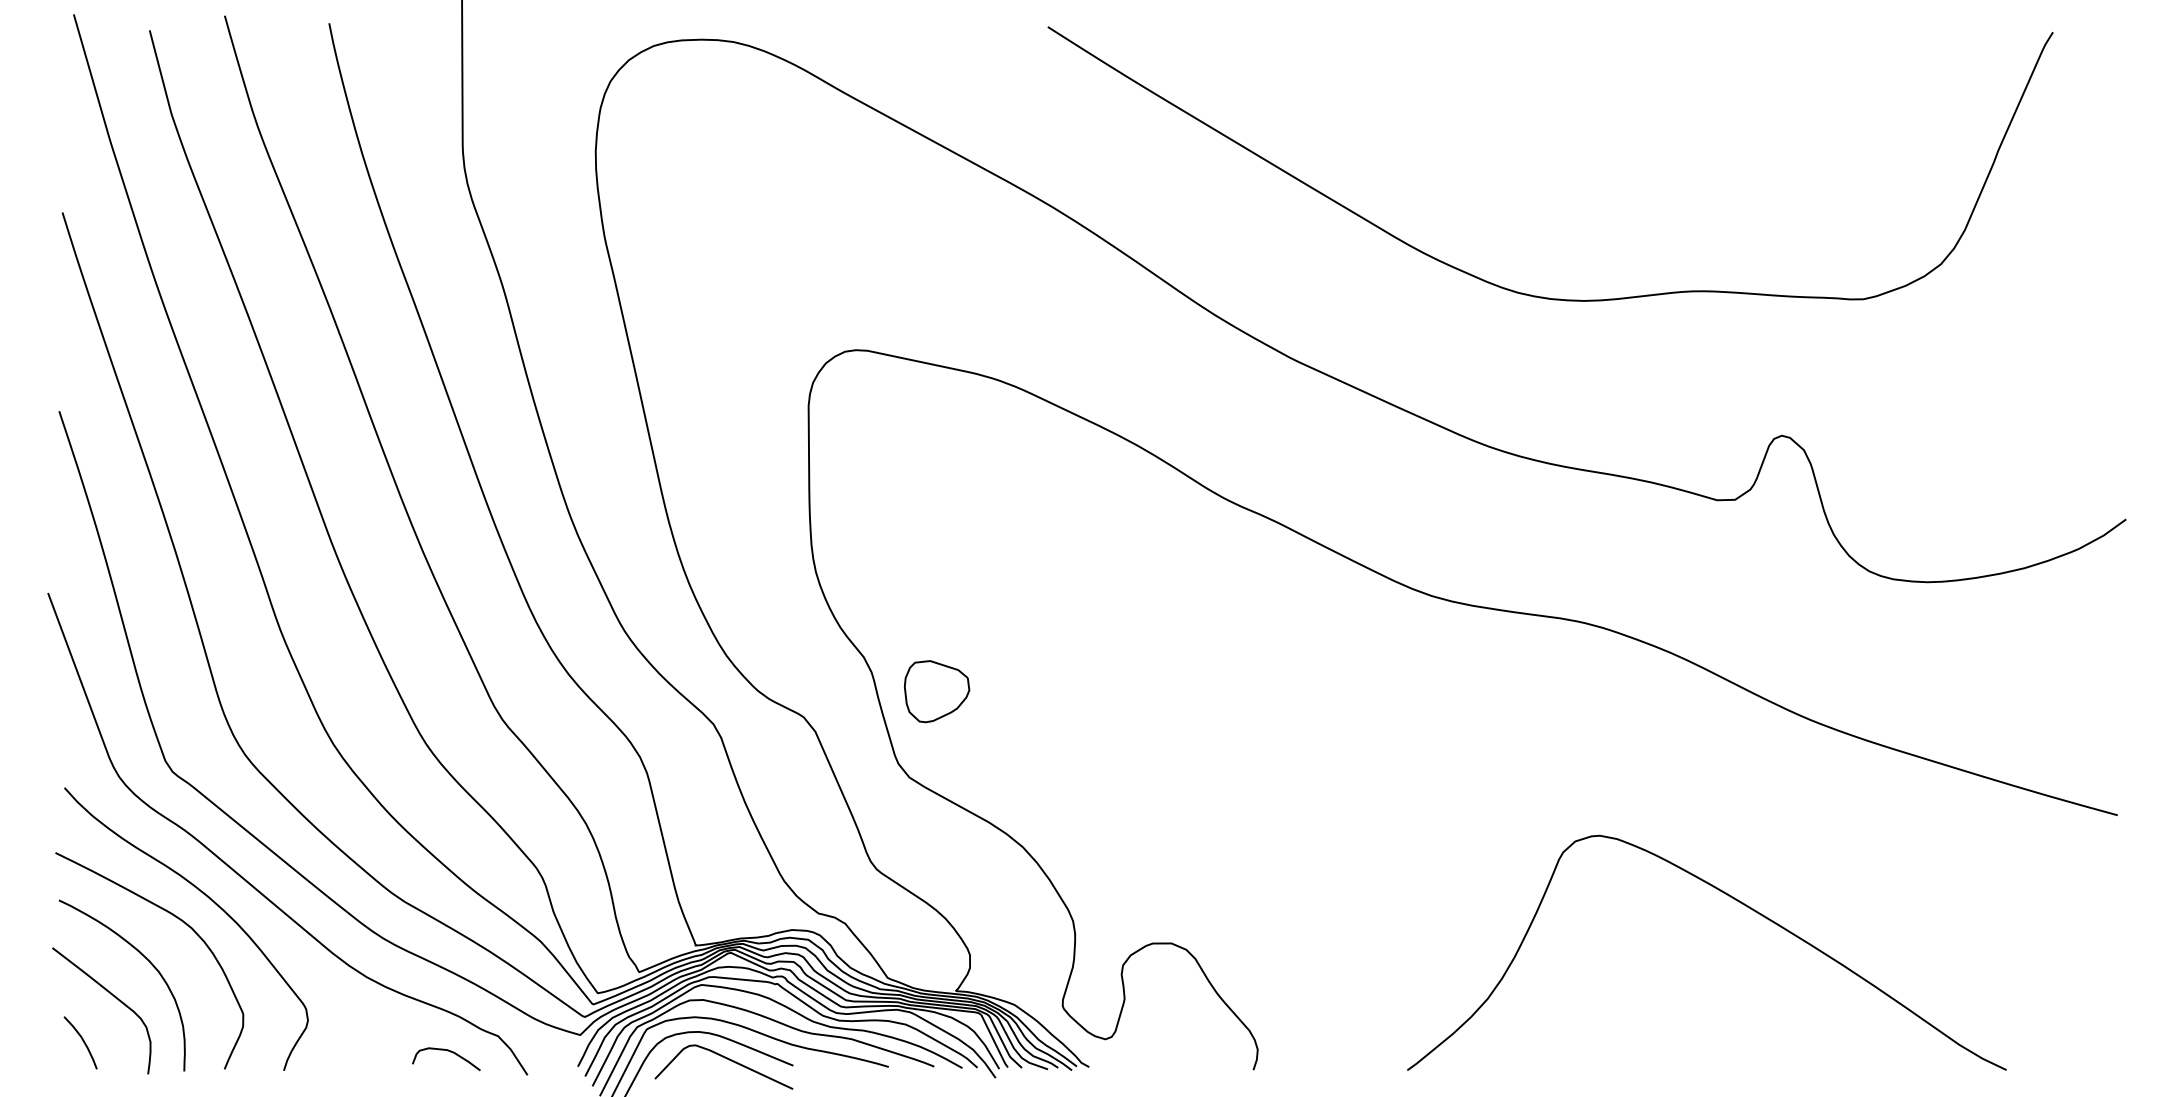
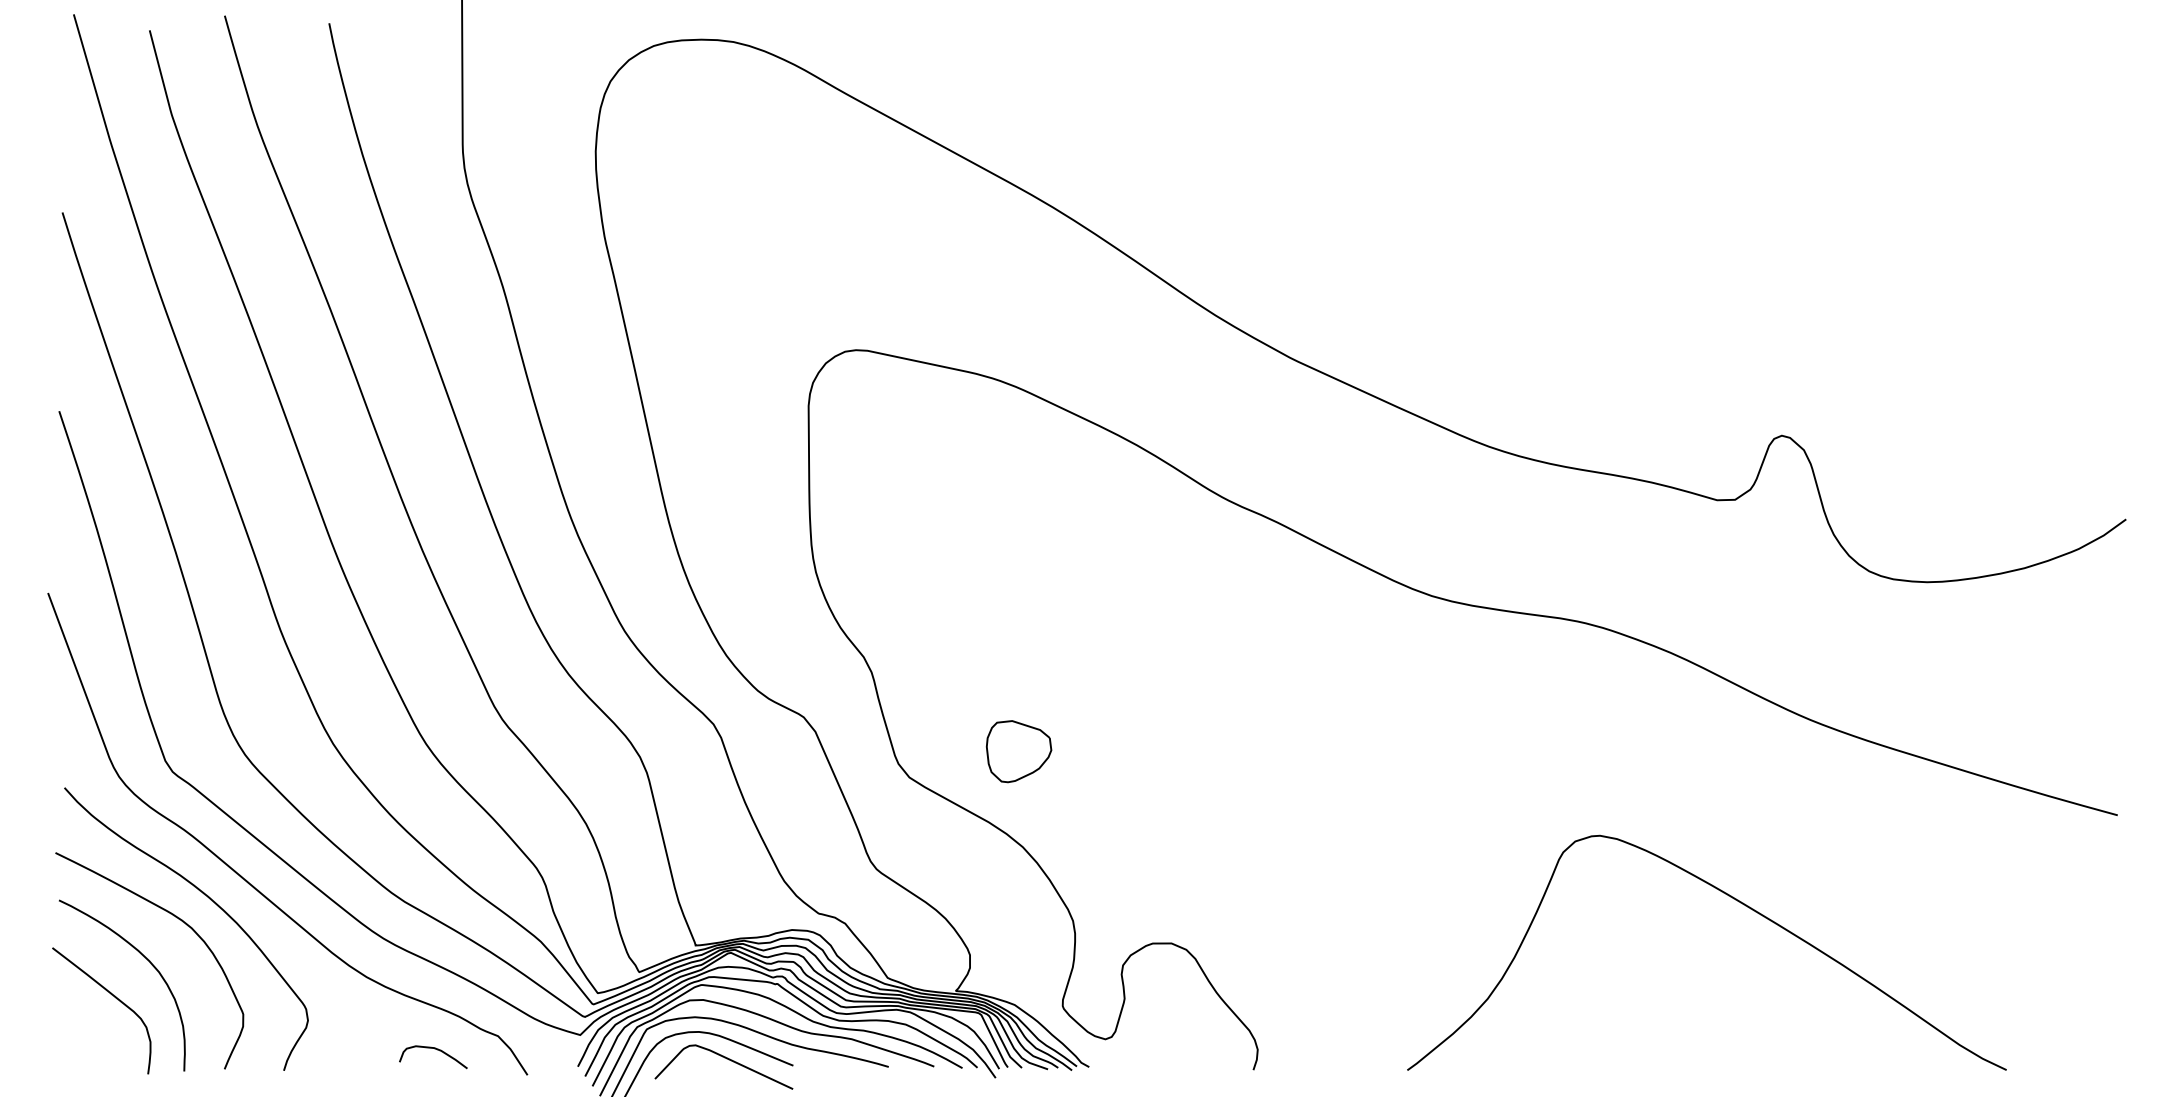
curve at (1508, 288): present -> none
part at (936, 691) position: (936, 691) -> (1018, 751)
curve at (82, 1041): present -> none
curve at (447, 1051) position: (447, 1051) -> (434, 1049)
